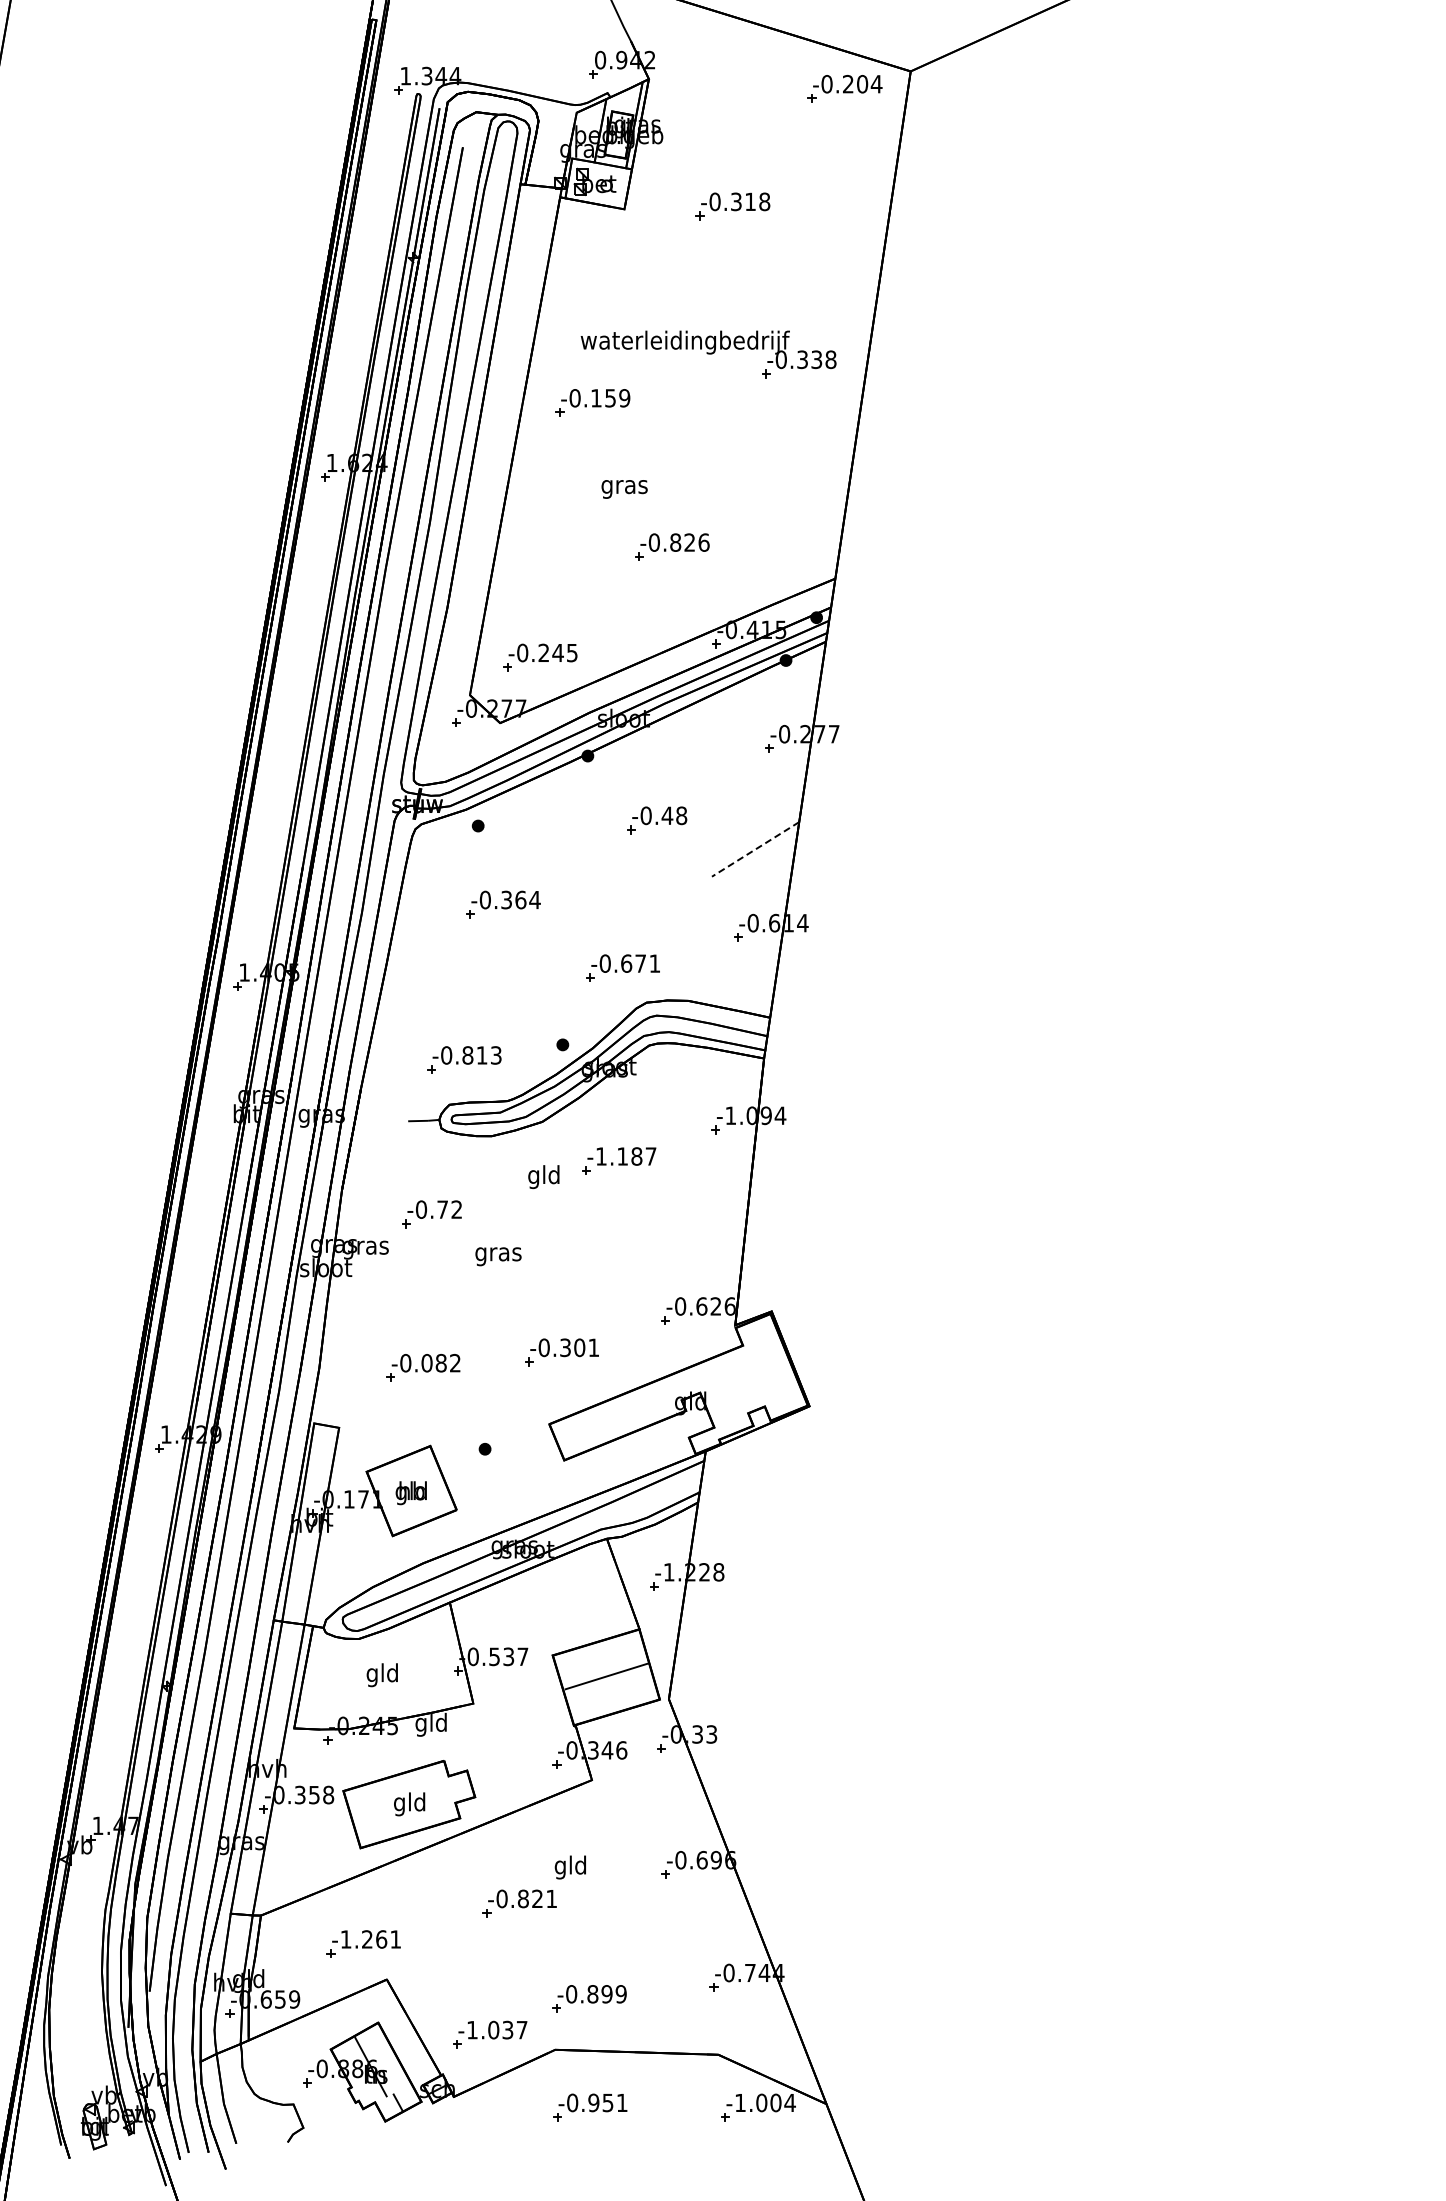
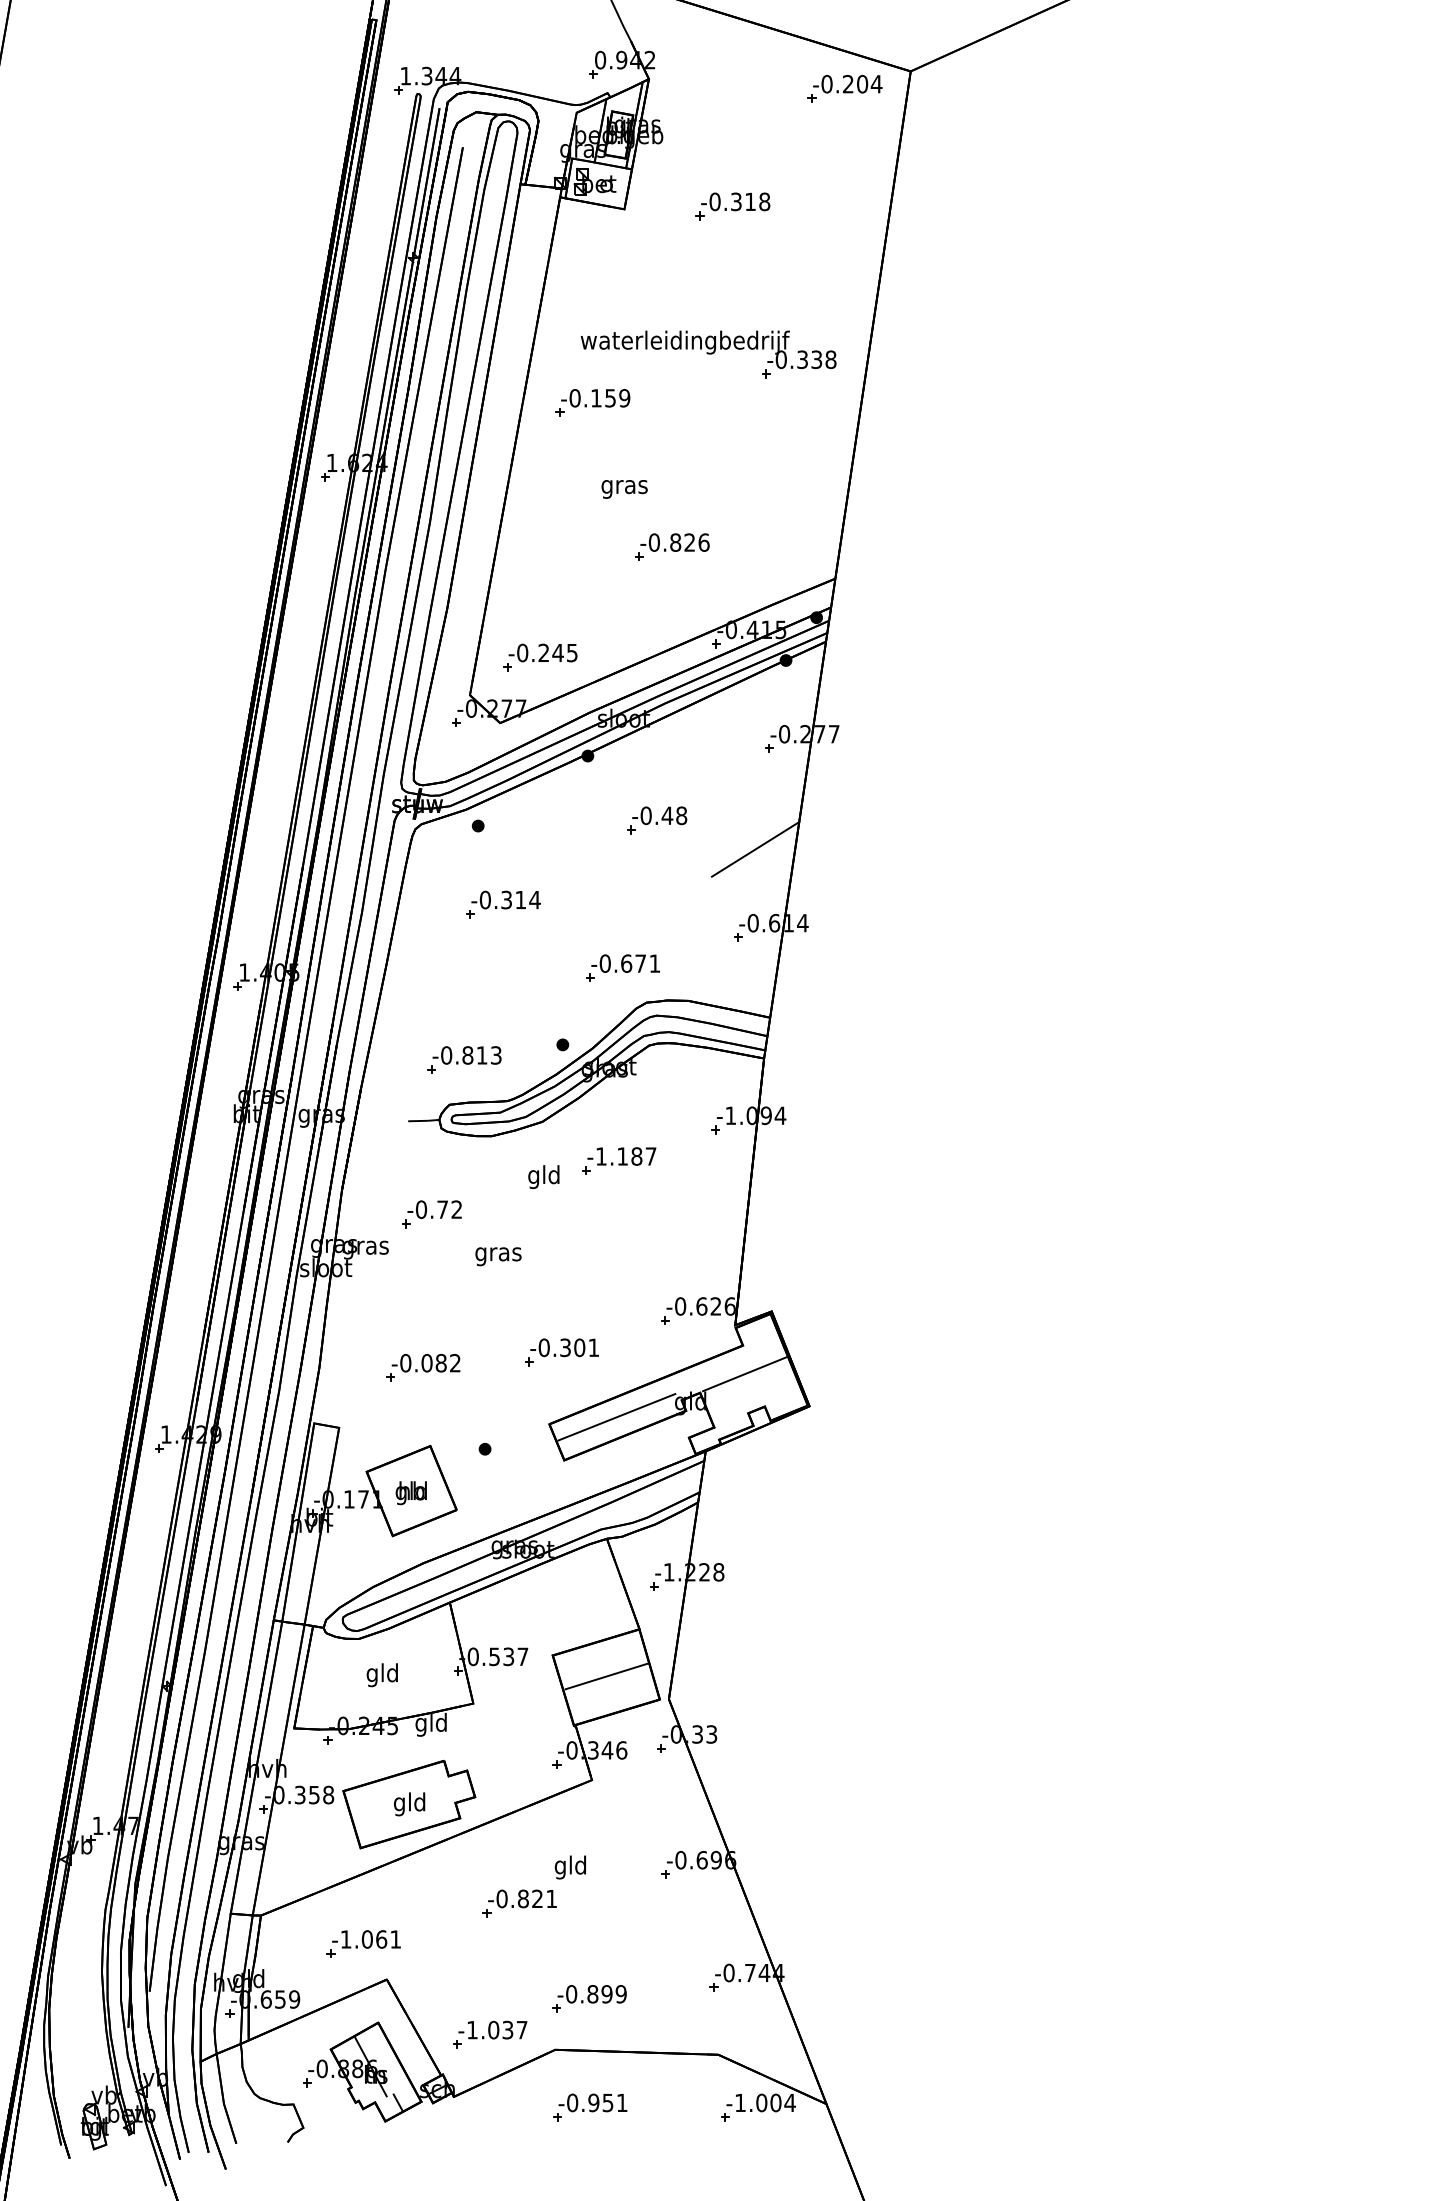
line at (755, 849): dashed -> solid
text at (520, 899): -0.364 -> -0.314
line at (744, 1374): none -> present
line at (616, 1417): none -> present
text at (366, 1939): -1.261 -> -1.061
